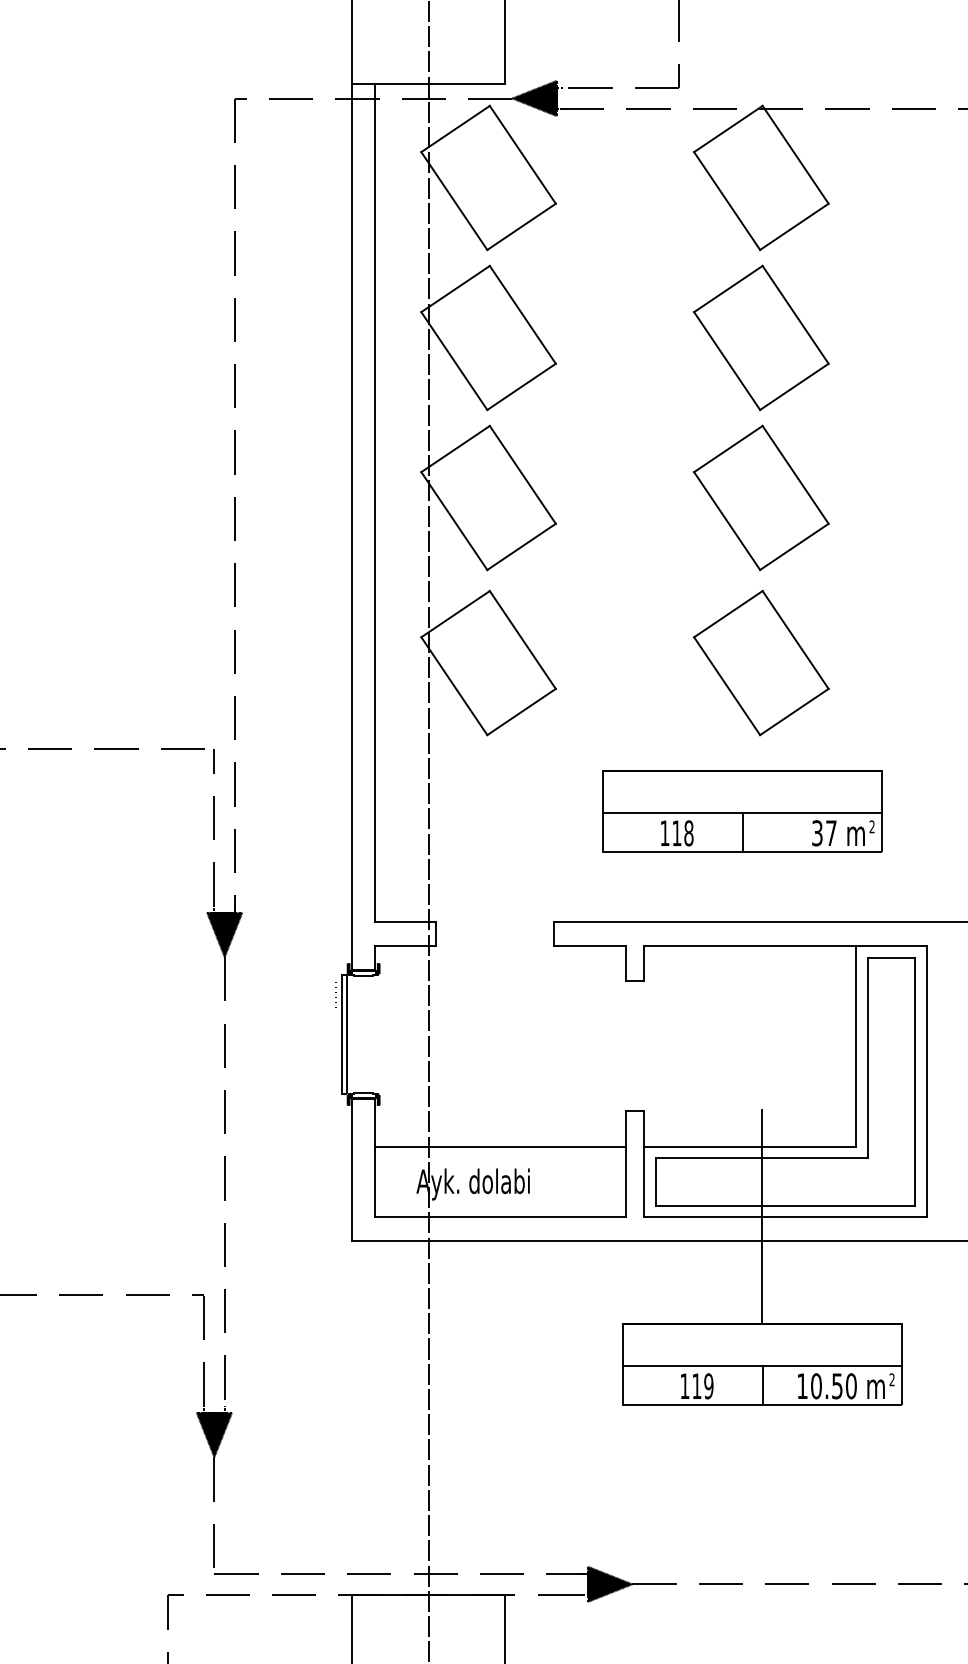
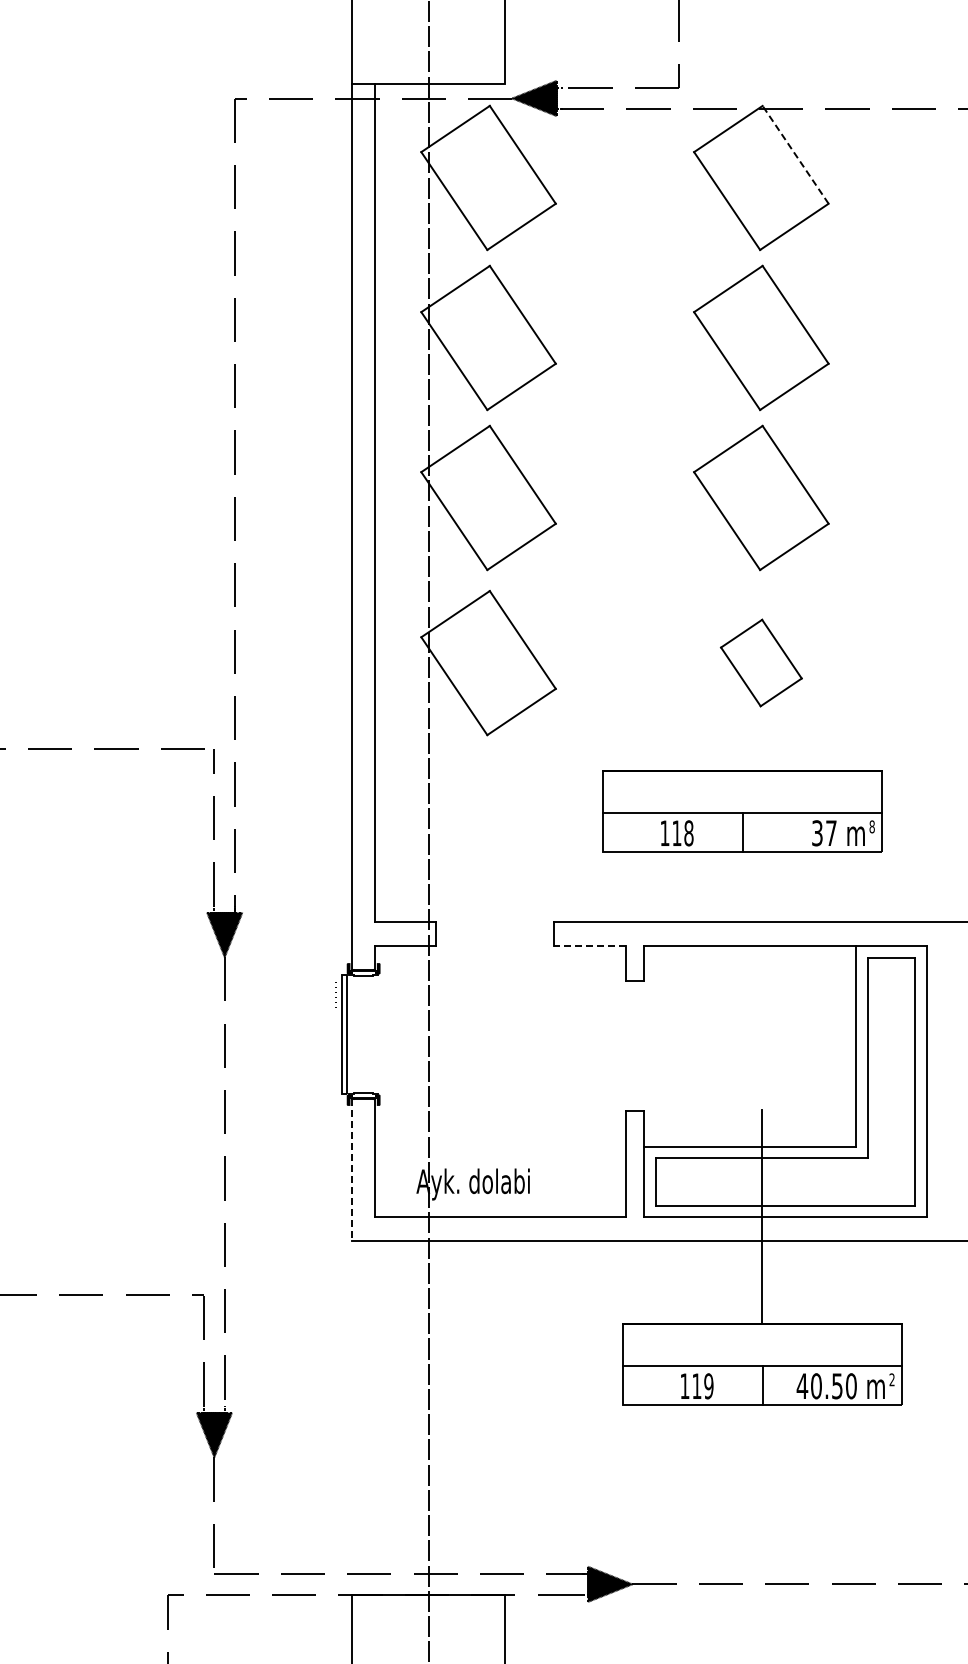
line at (795, 154): solid -> dashed
part at (761, 662) size: 137x148 px -> 84x90 px
text at (871, 826): 2 -> 8
line at (589, 946): solid -> dashed
line at (500, 1146): present -> none
line at (351, 1170): solid -> dashed
text at (802, 1385): 10.50 -> 40.50
